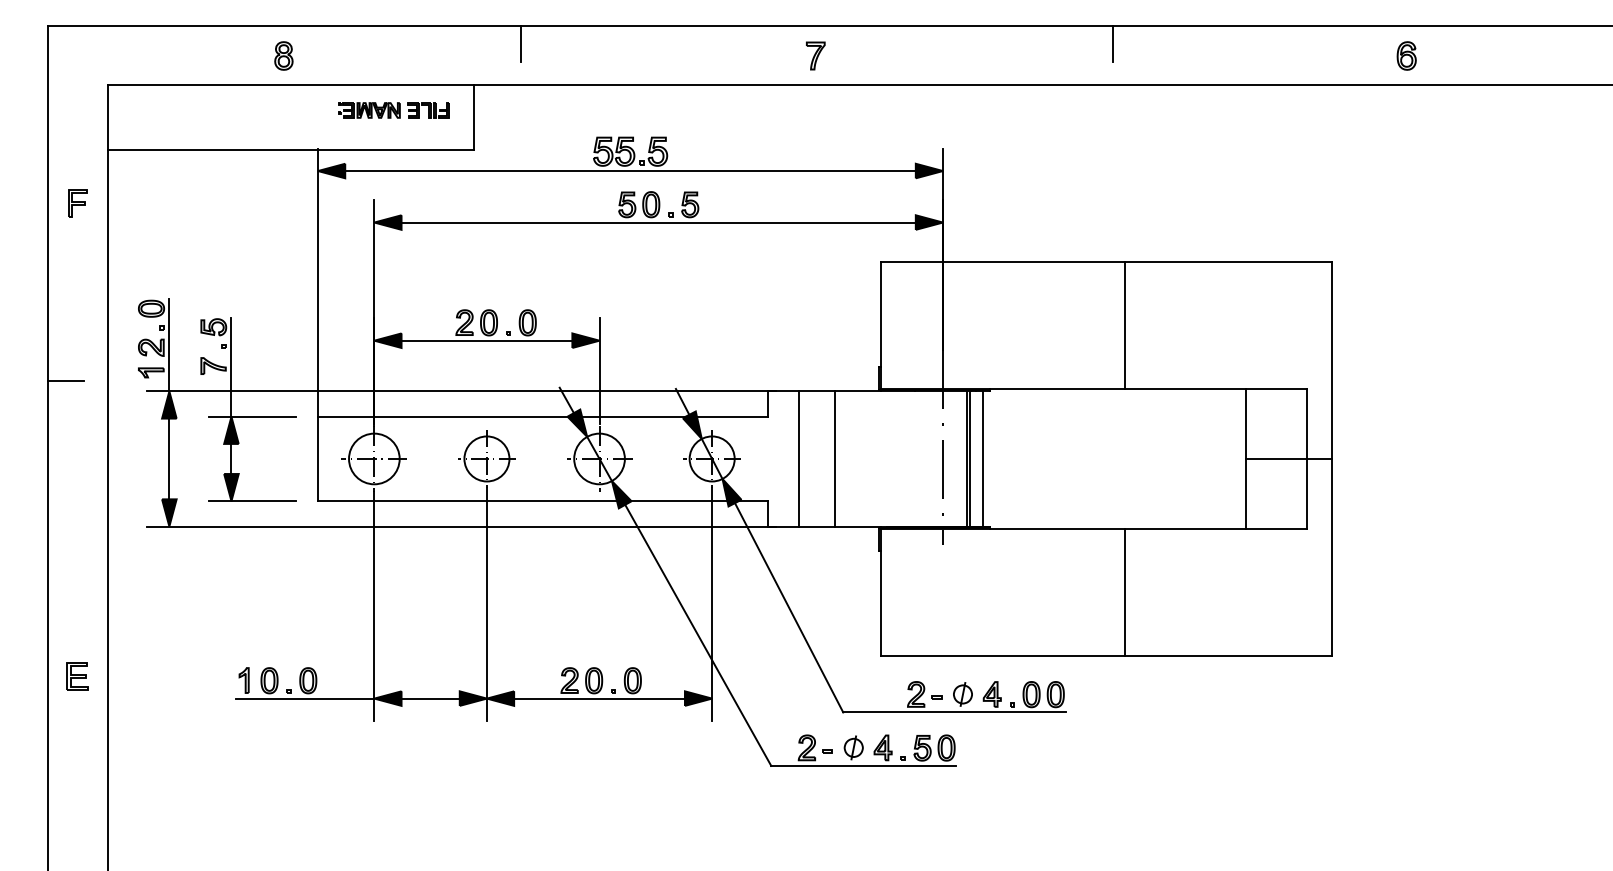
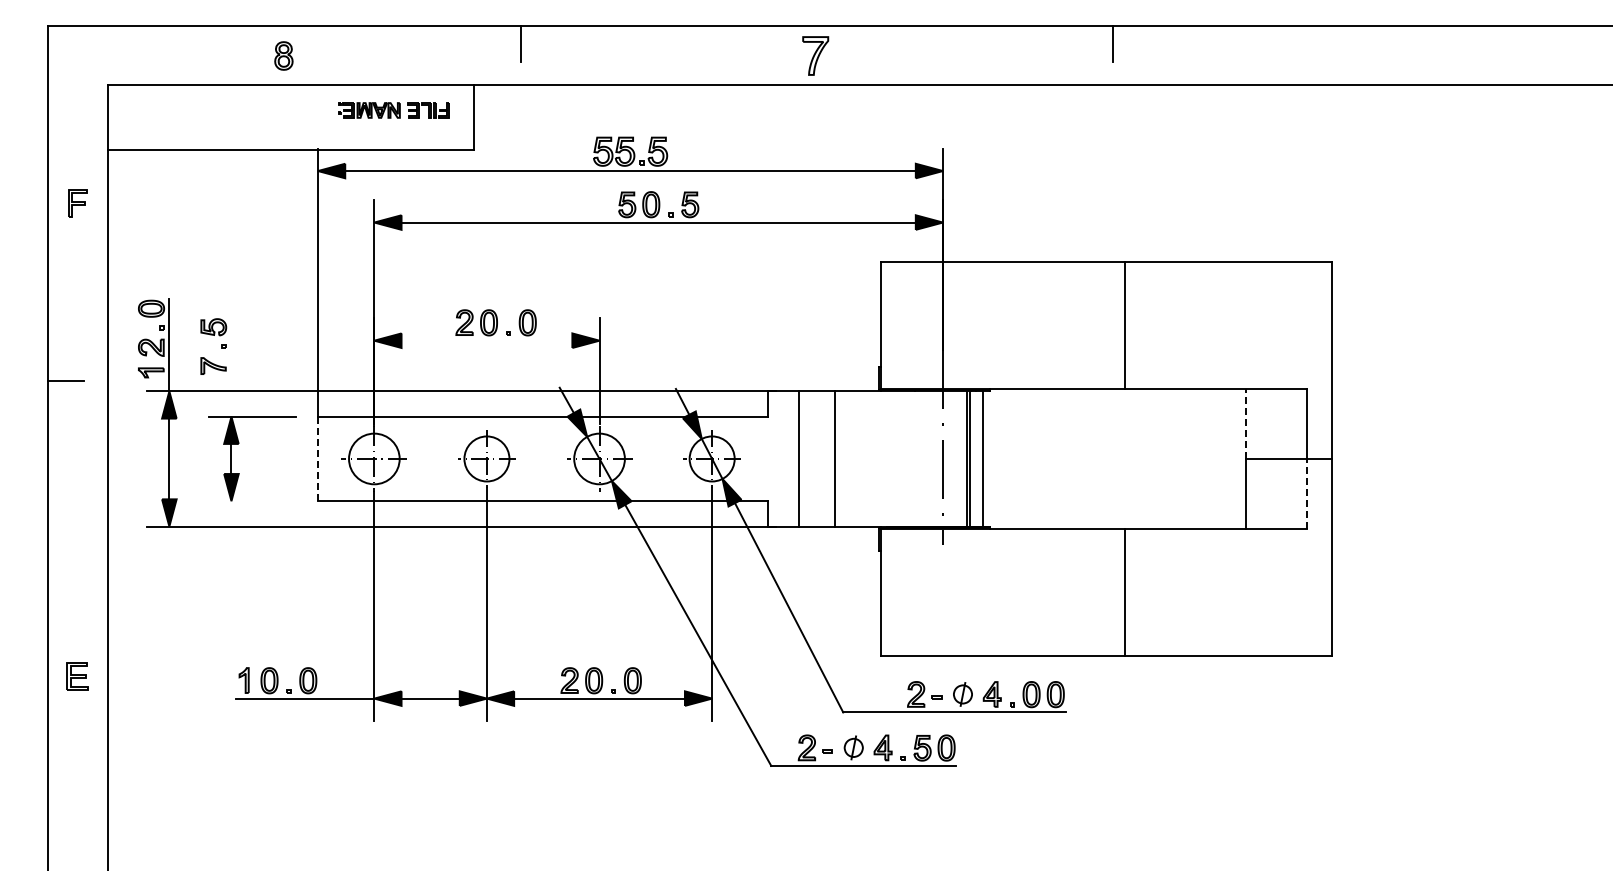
part at (815, 55) size: 20x30 px -> 28x40 px
part at (1406, 55): present -> none
line at (486, 340): present -> none
line at (231, 366): present -> none
line at (1246, 424): solid -> dashed
line at (318, 458): solid -> dashed
line at (1307, 493): solid -> dashed
line at (251, 501): present -> none
